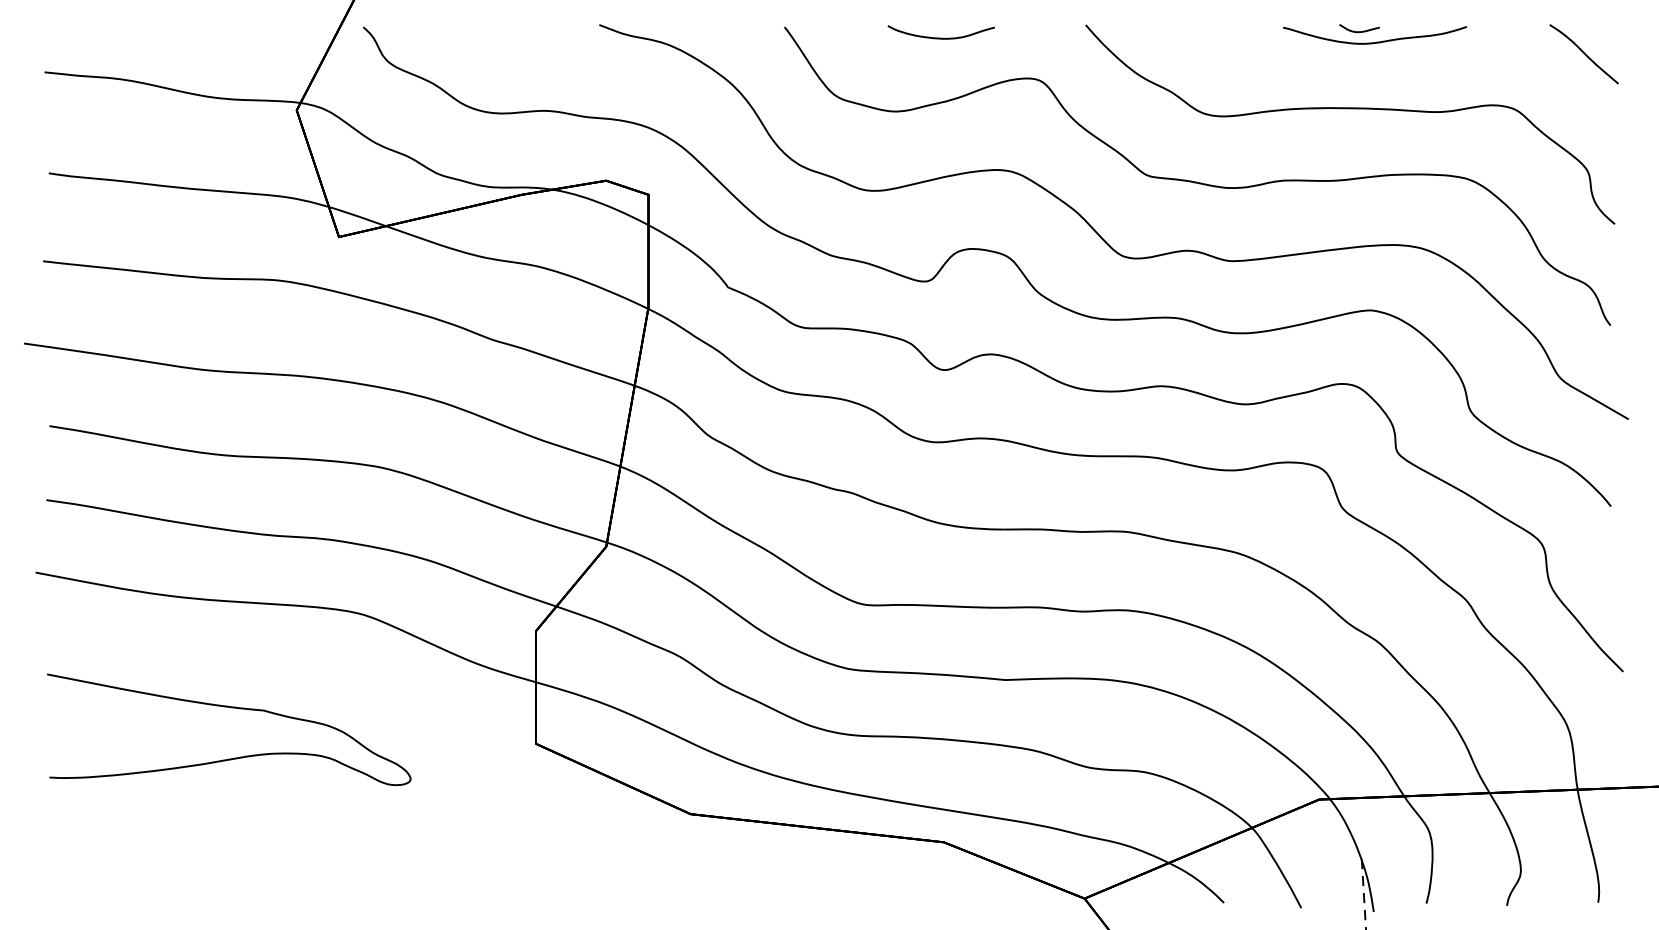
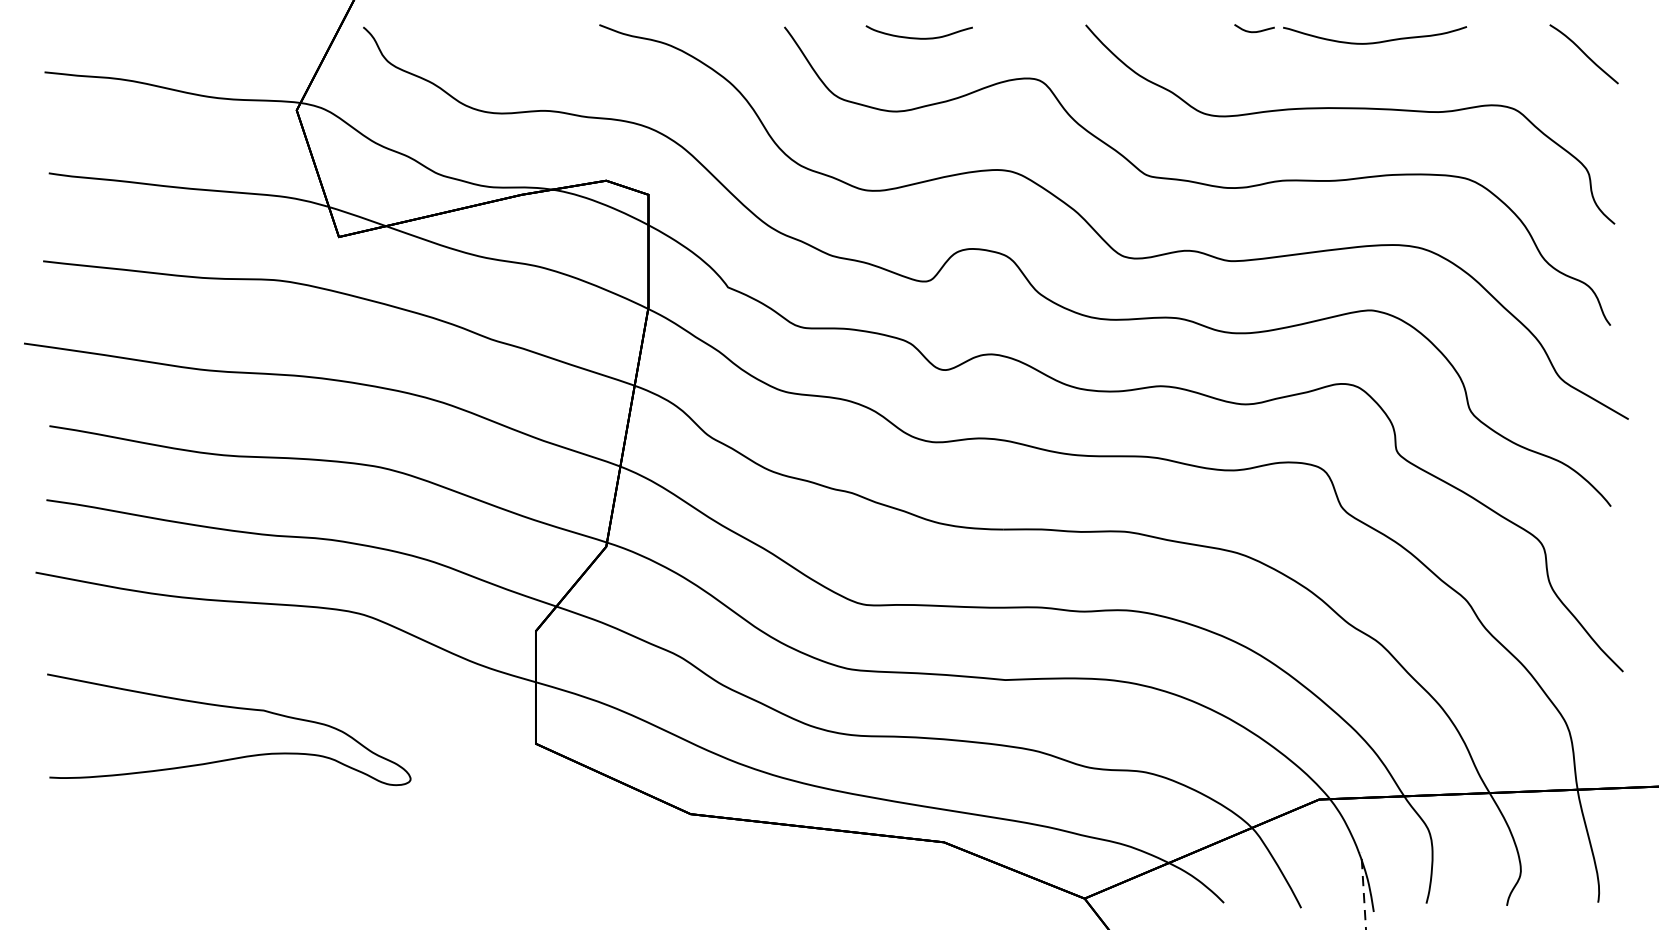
curve at (1359, 31) position: (1359, 31) -> (1254, 31)
curve at (940, 37) position: (940, 37) -> (918, 37)
